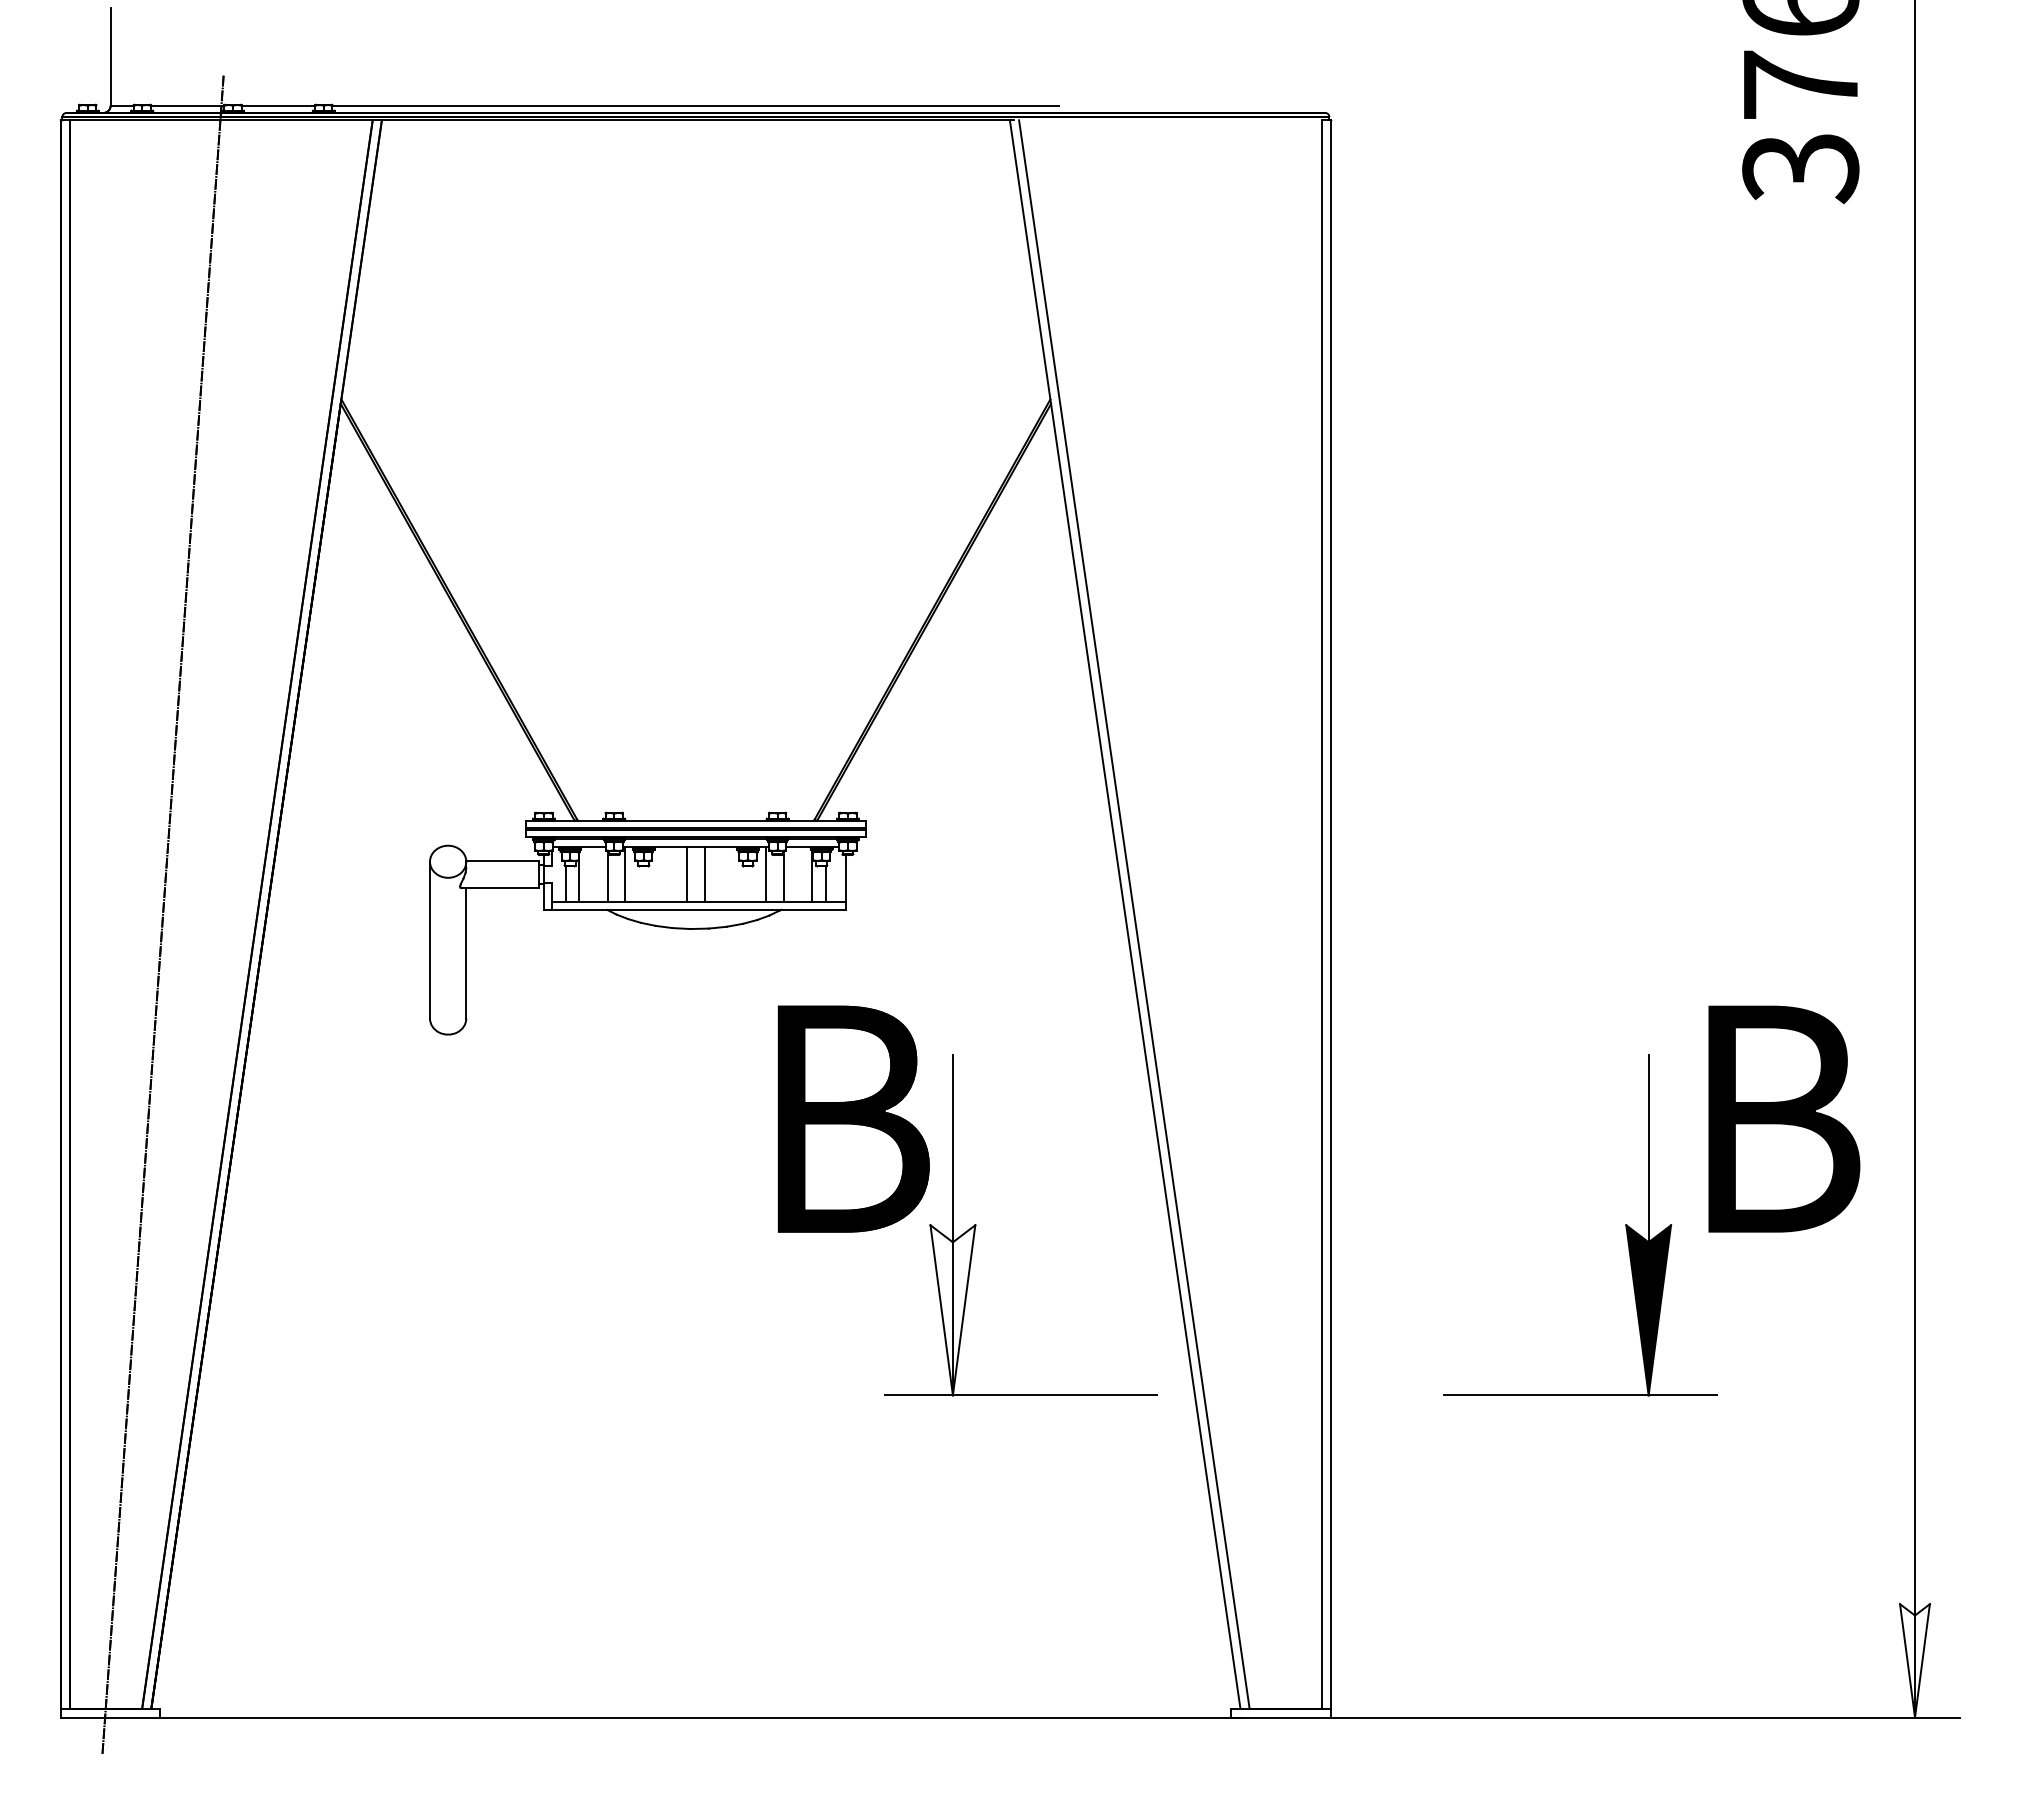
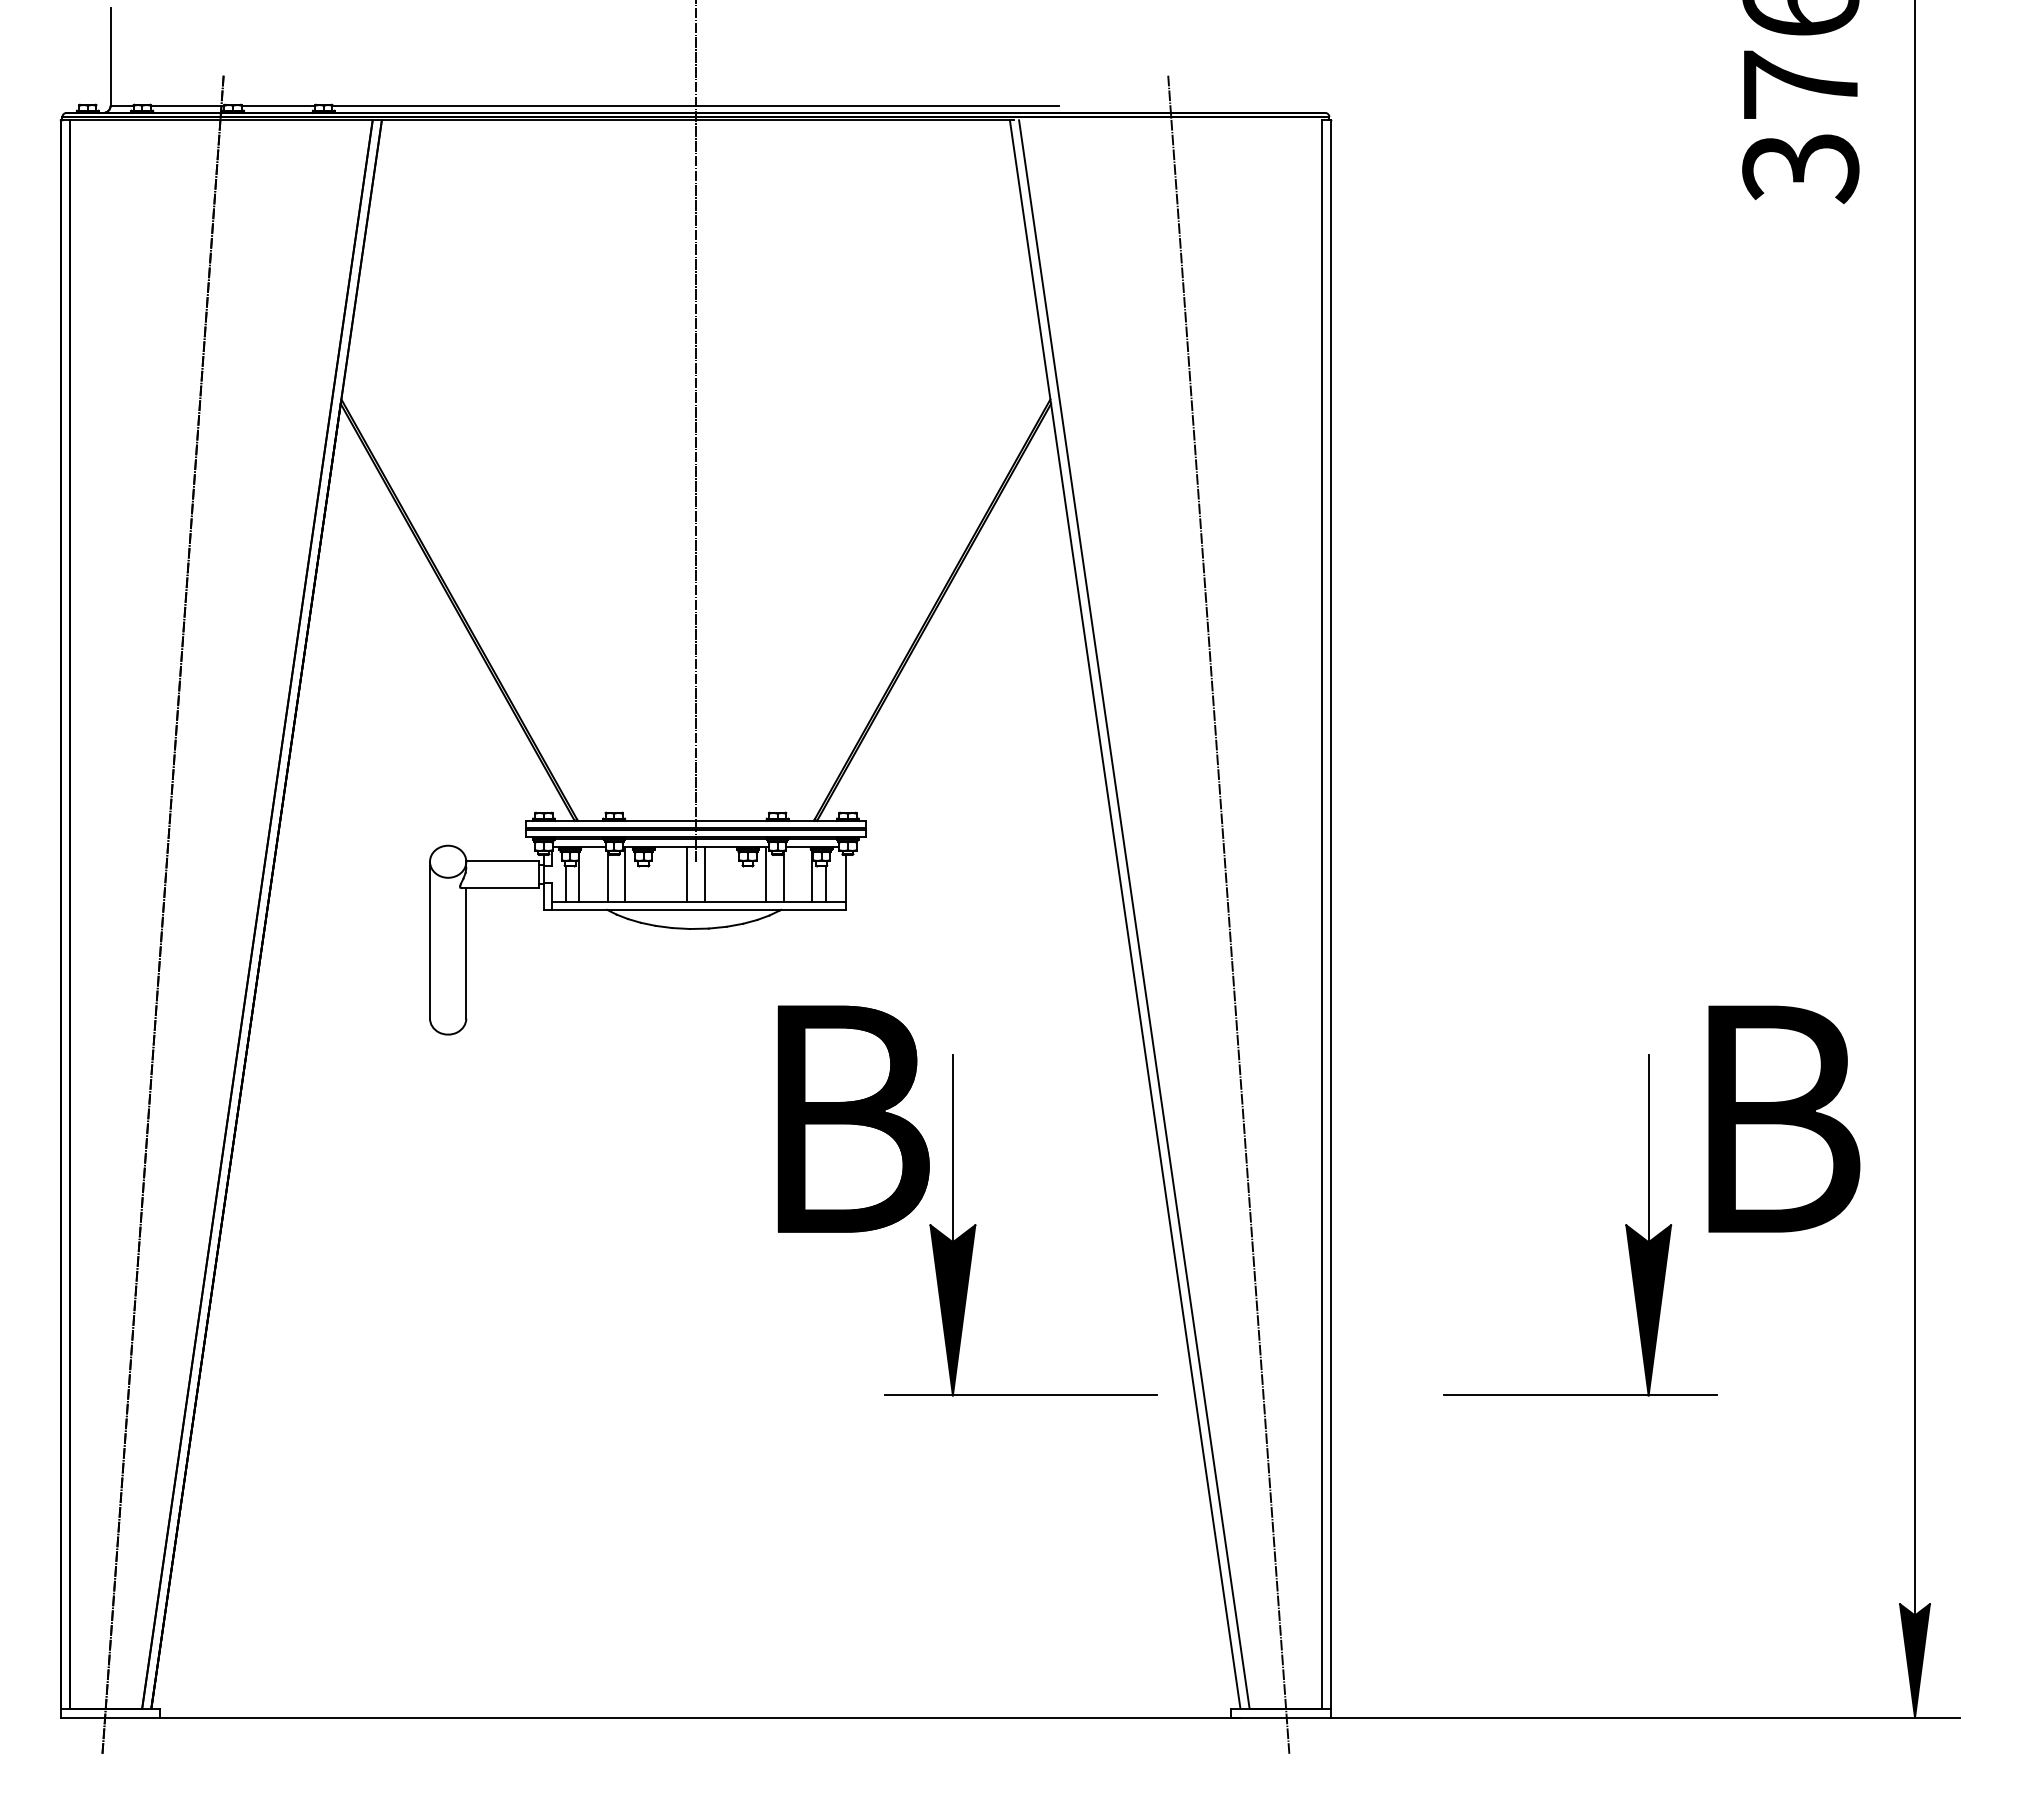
line at (695, 431): none -> present
line at (1228, 914): none -> present
fill at (952, 1310): none -> present
fill at (1914, 1660): none -> present
